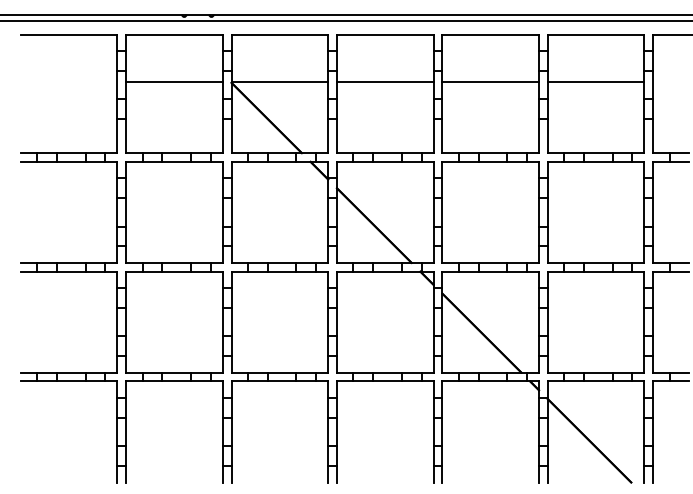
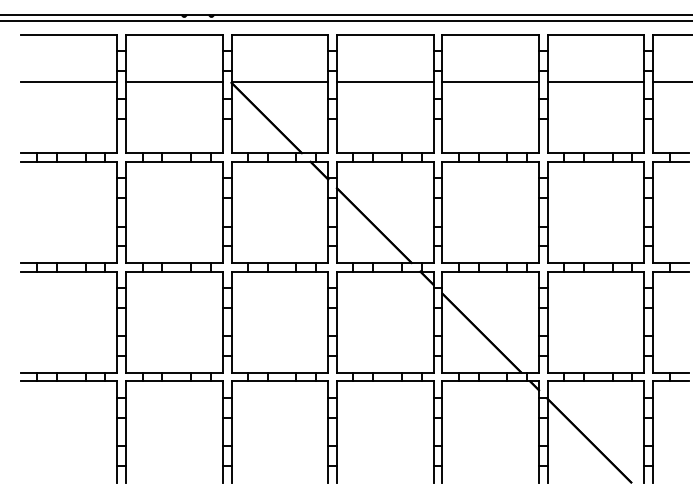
line at (68, 82): none -> present
line at (671, 82): none -> present
